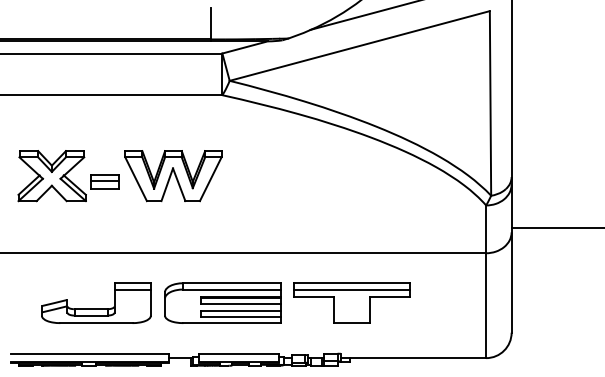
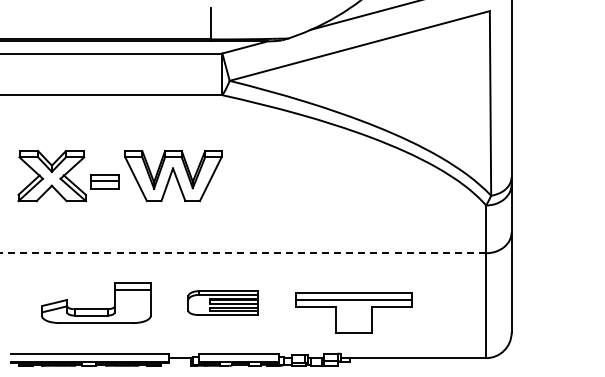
line at (556, 228): present -> none
line at (243, 253): solid -> dashed
part at (222, 302) size: 118x42 px -> 72x26 px
part at (351, 302) position: (351, 302) -> (353, 312)
